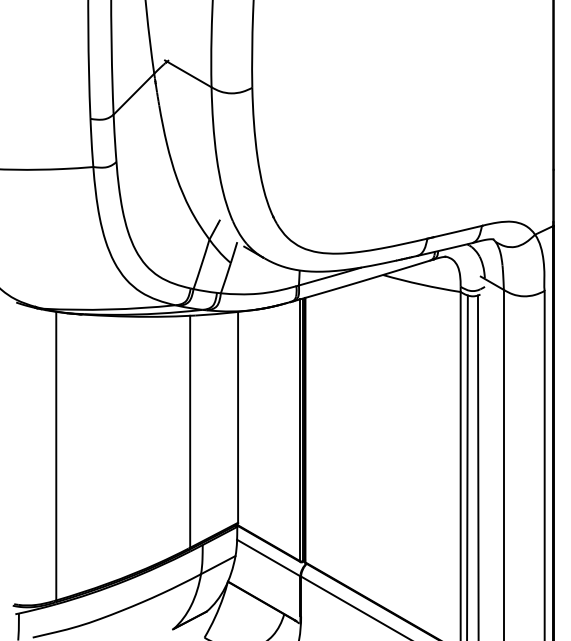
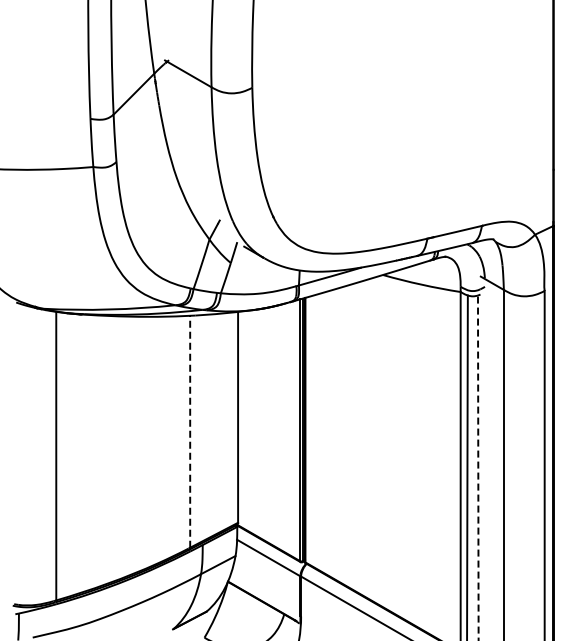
line at (190, 431): solid -> dashed
line at (478, 468): solid -> dashed
